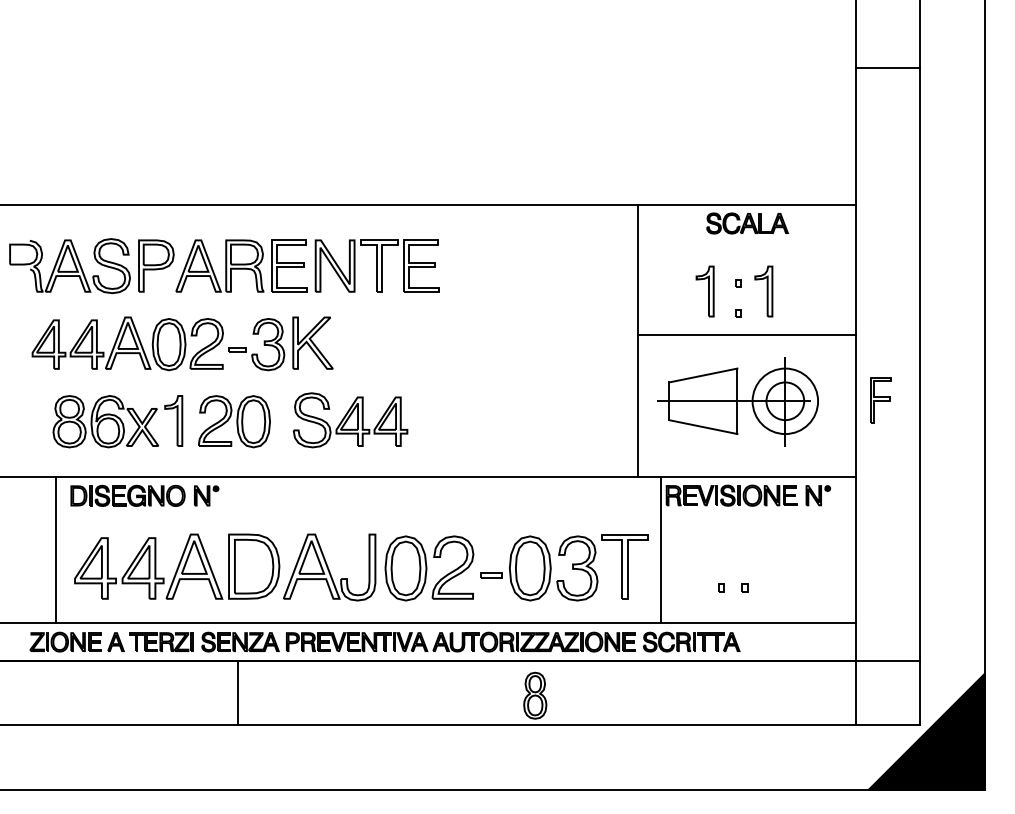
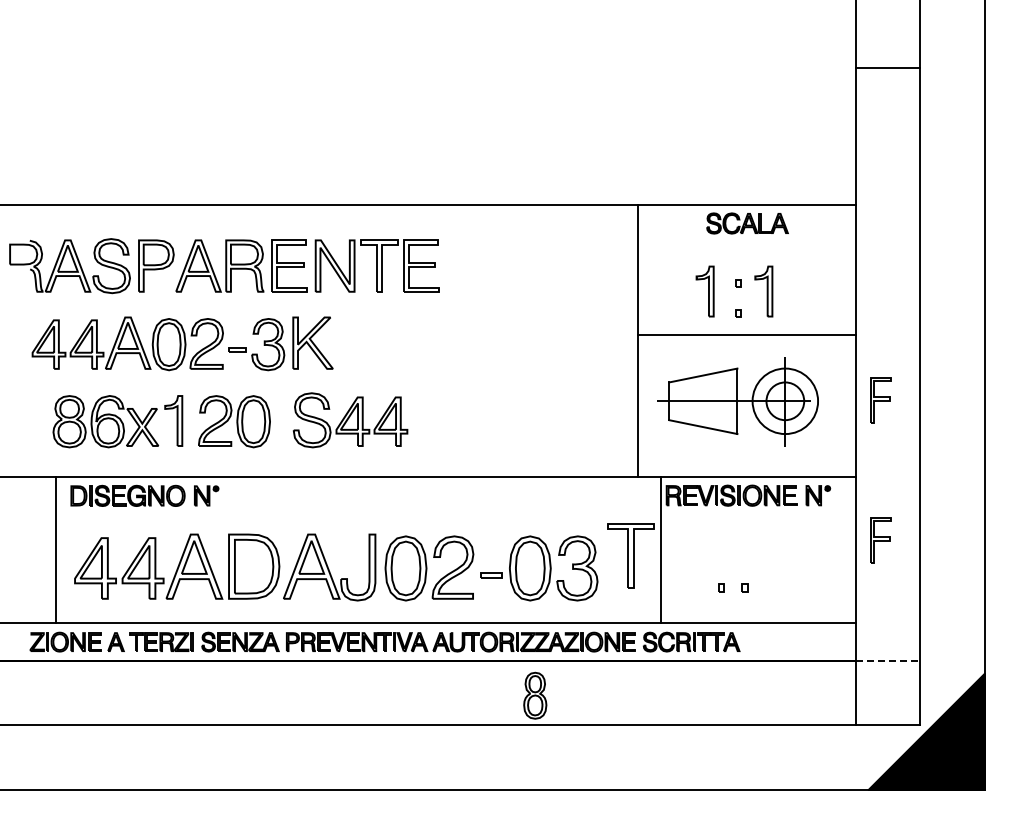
part at (880, 540): none -> present
part at (624, 566) position: (624, 566) -> (630, 555)
line at (888, 661): solid -> dashed
line at (237, 693): present -> none
